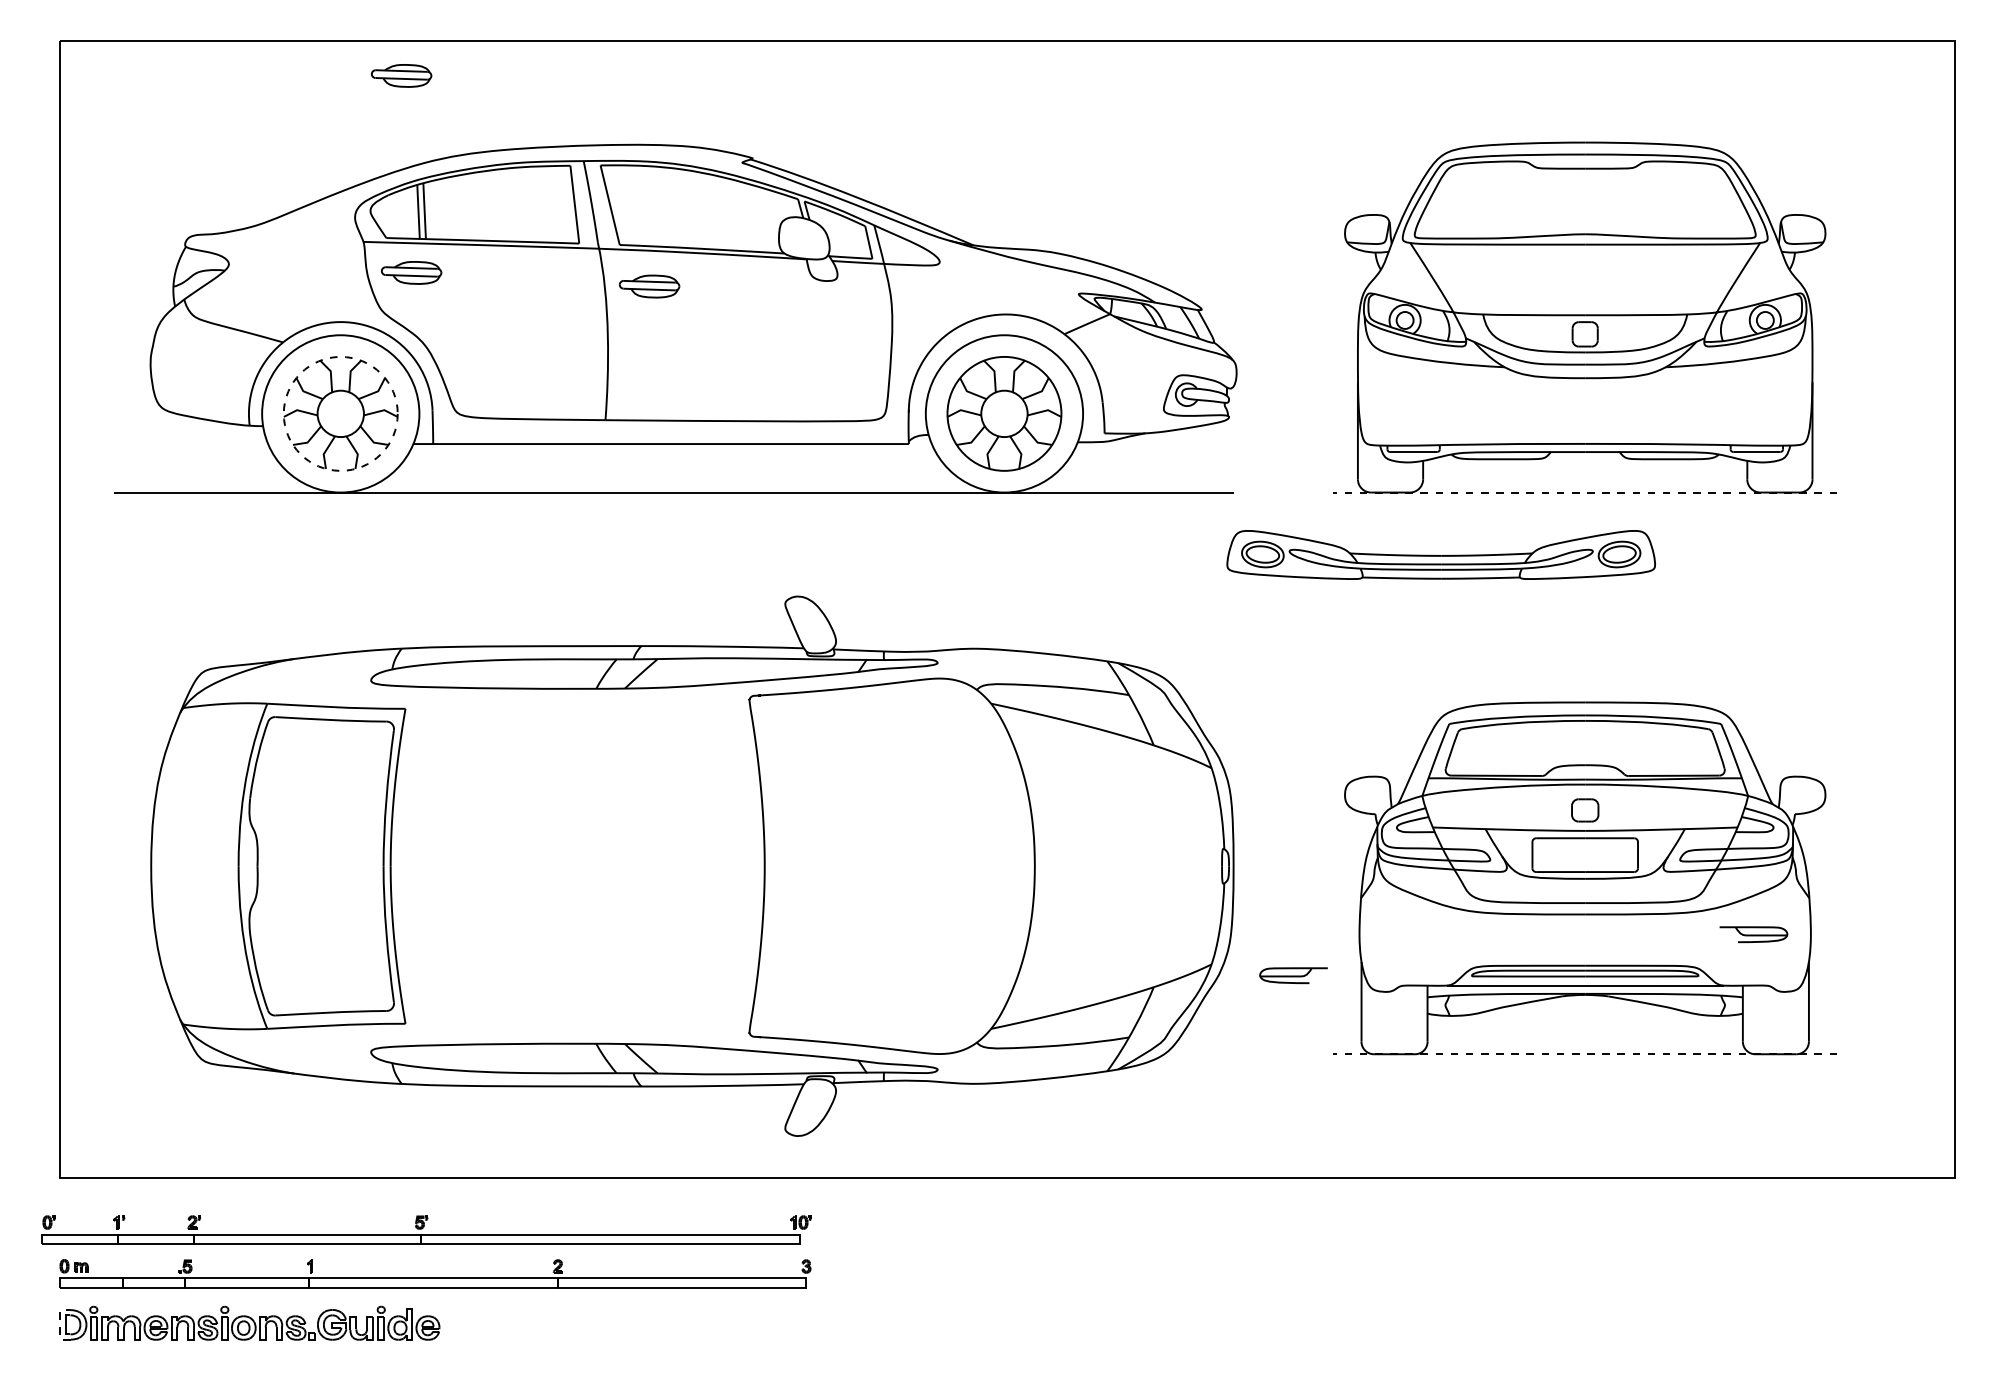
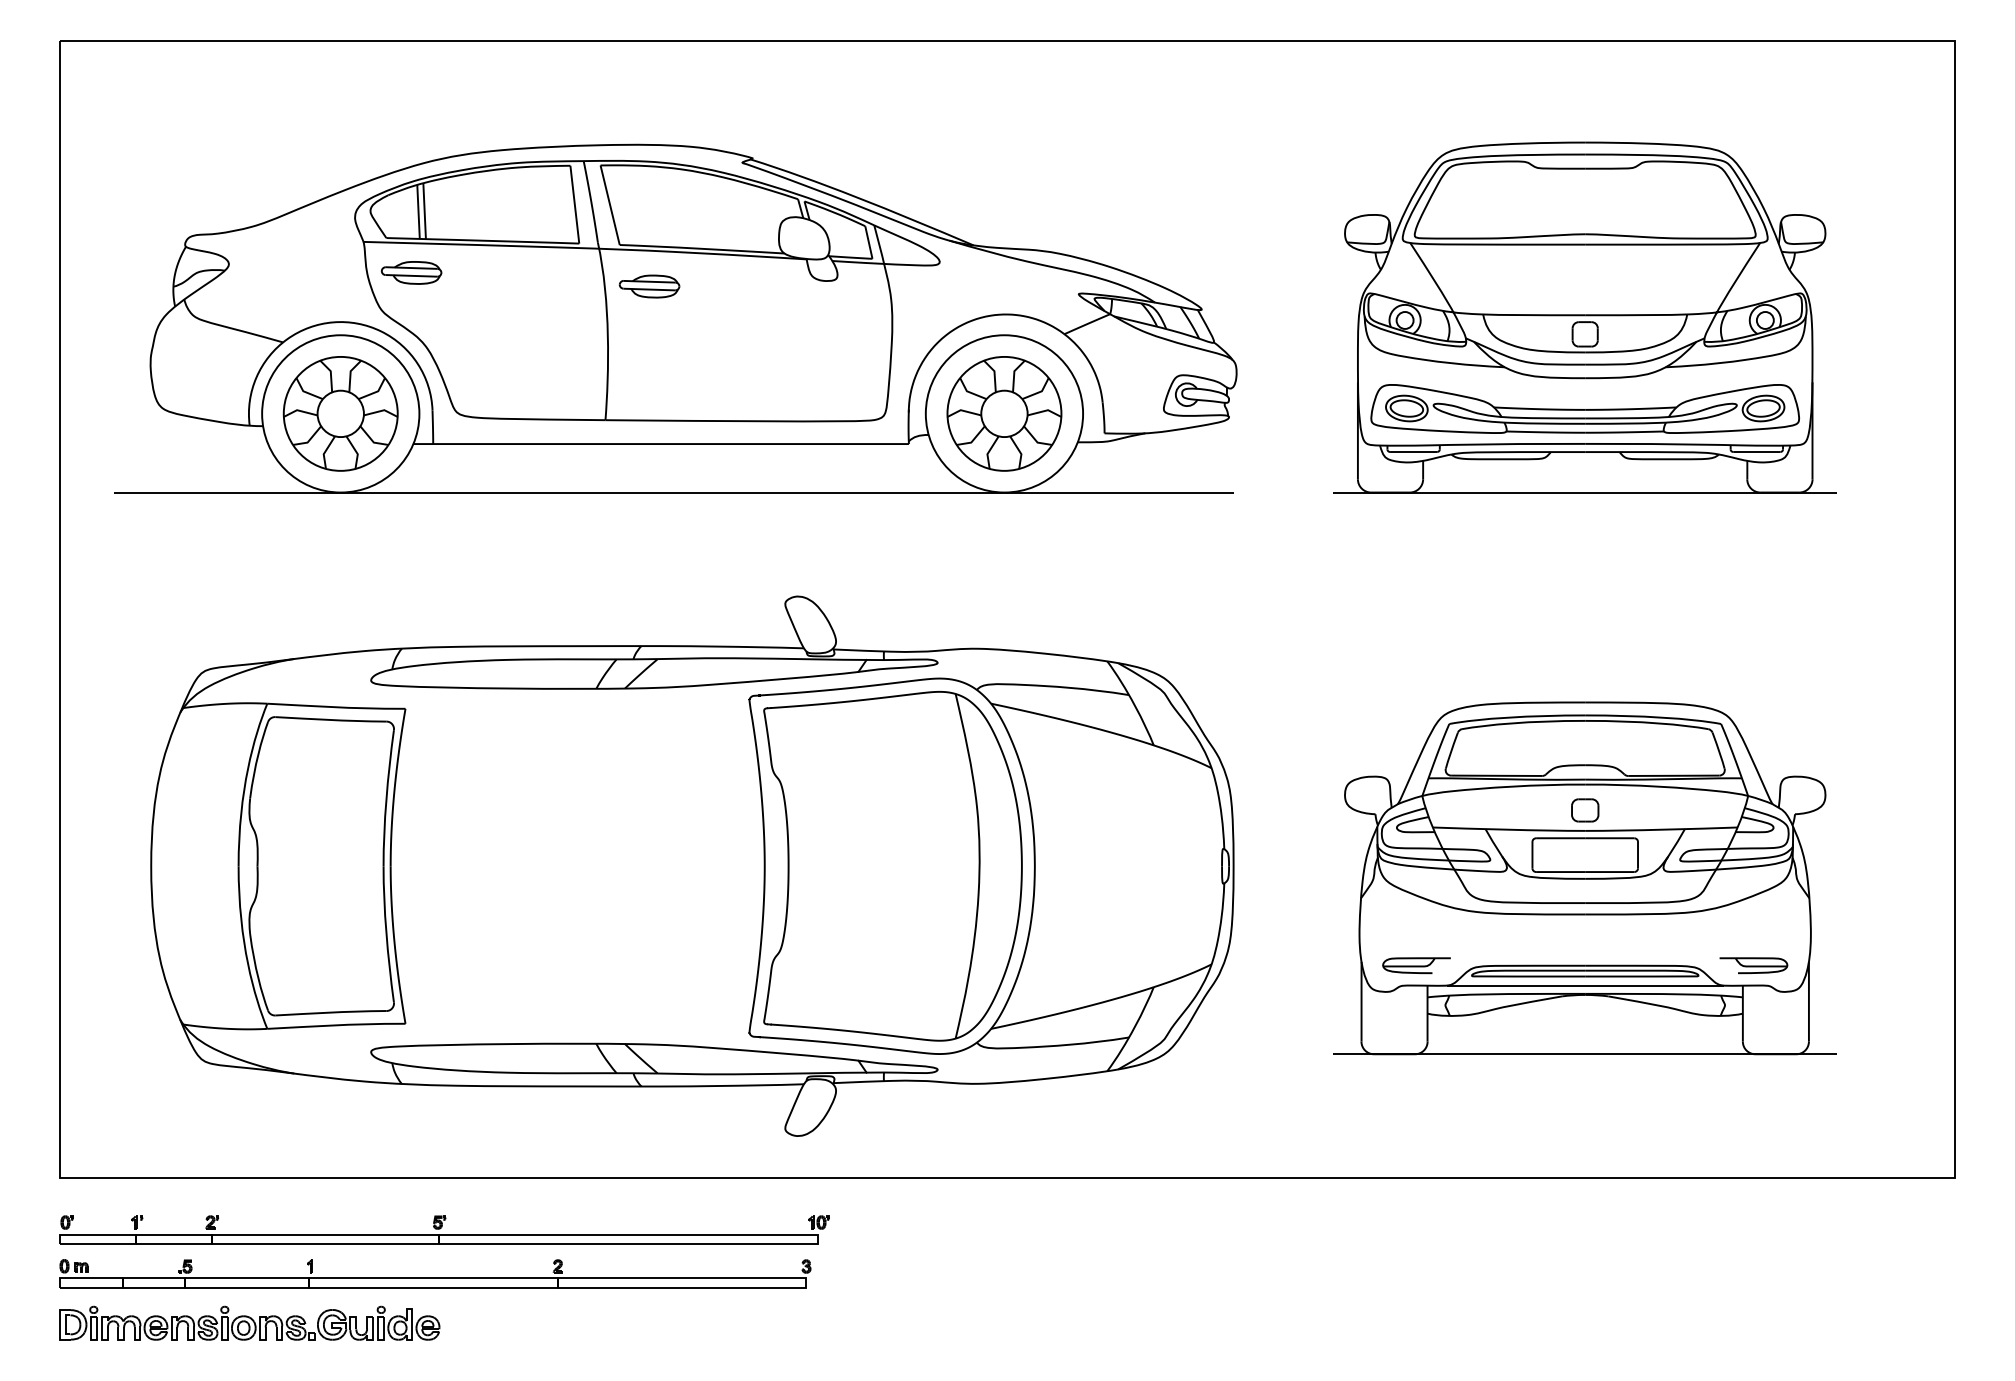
part at (401, 75): present -> none
circle at (340, 413): dashed -> solid
line at (1585, 492): dashed -> solid
part at (1440, 554) position: (1440, 554) -> (1584, 408)
part at (892, 866): none -> present
part at (1753, 934) position: (1753, 934) -> (1753, 965)
part at (1293, 975) position: (1293, 975) -> (1416, 965)
line at (1585, 1054): dashed -> solid
part at (426, 1229) position: (426, 1229) -> (444, 1229)
line at (60, 1324): dashed -> solid
